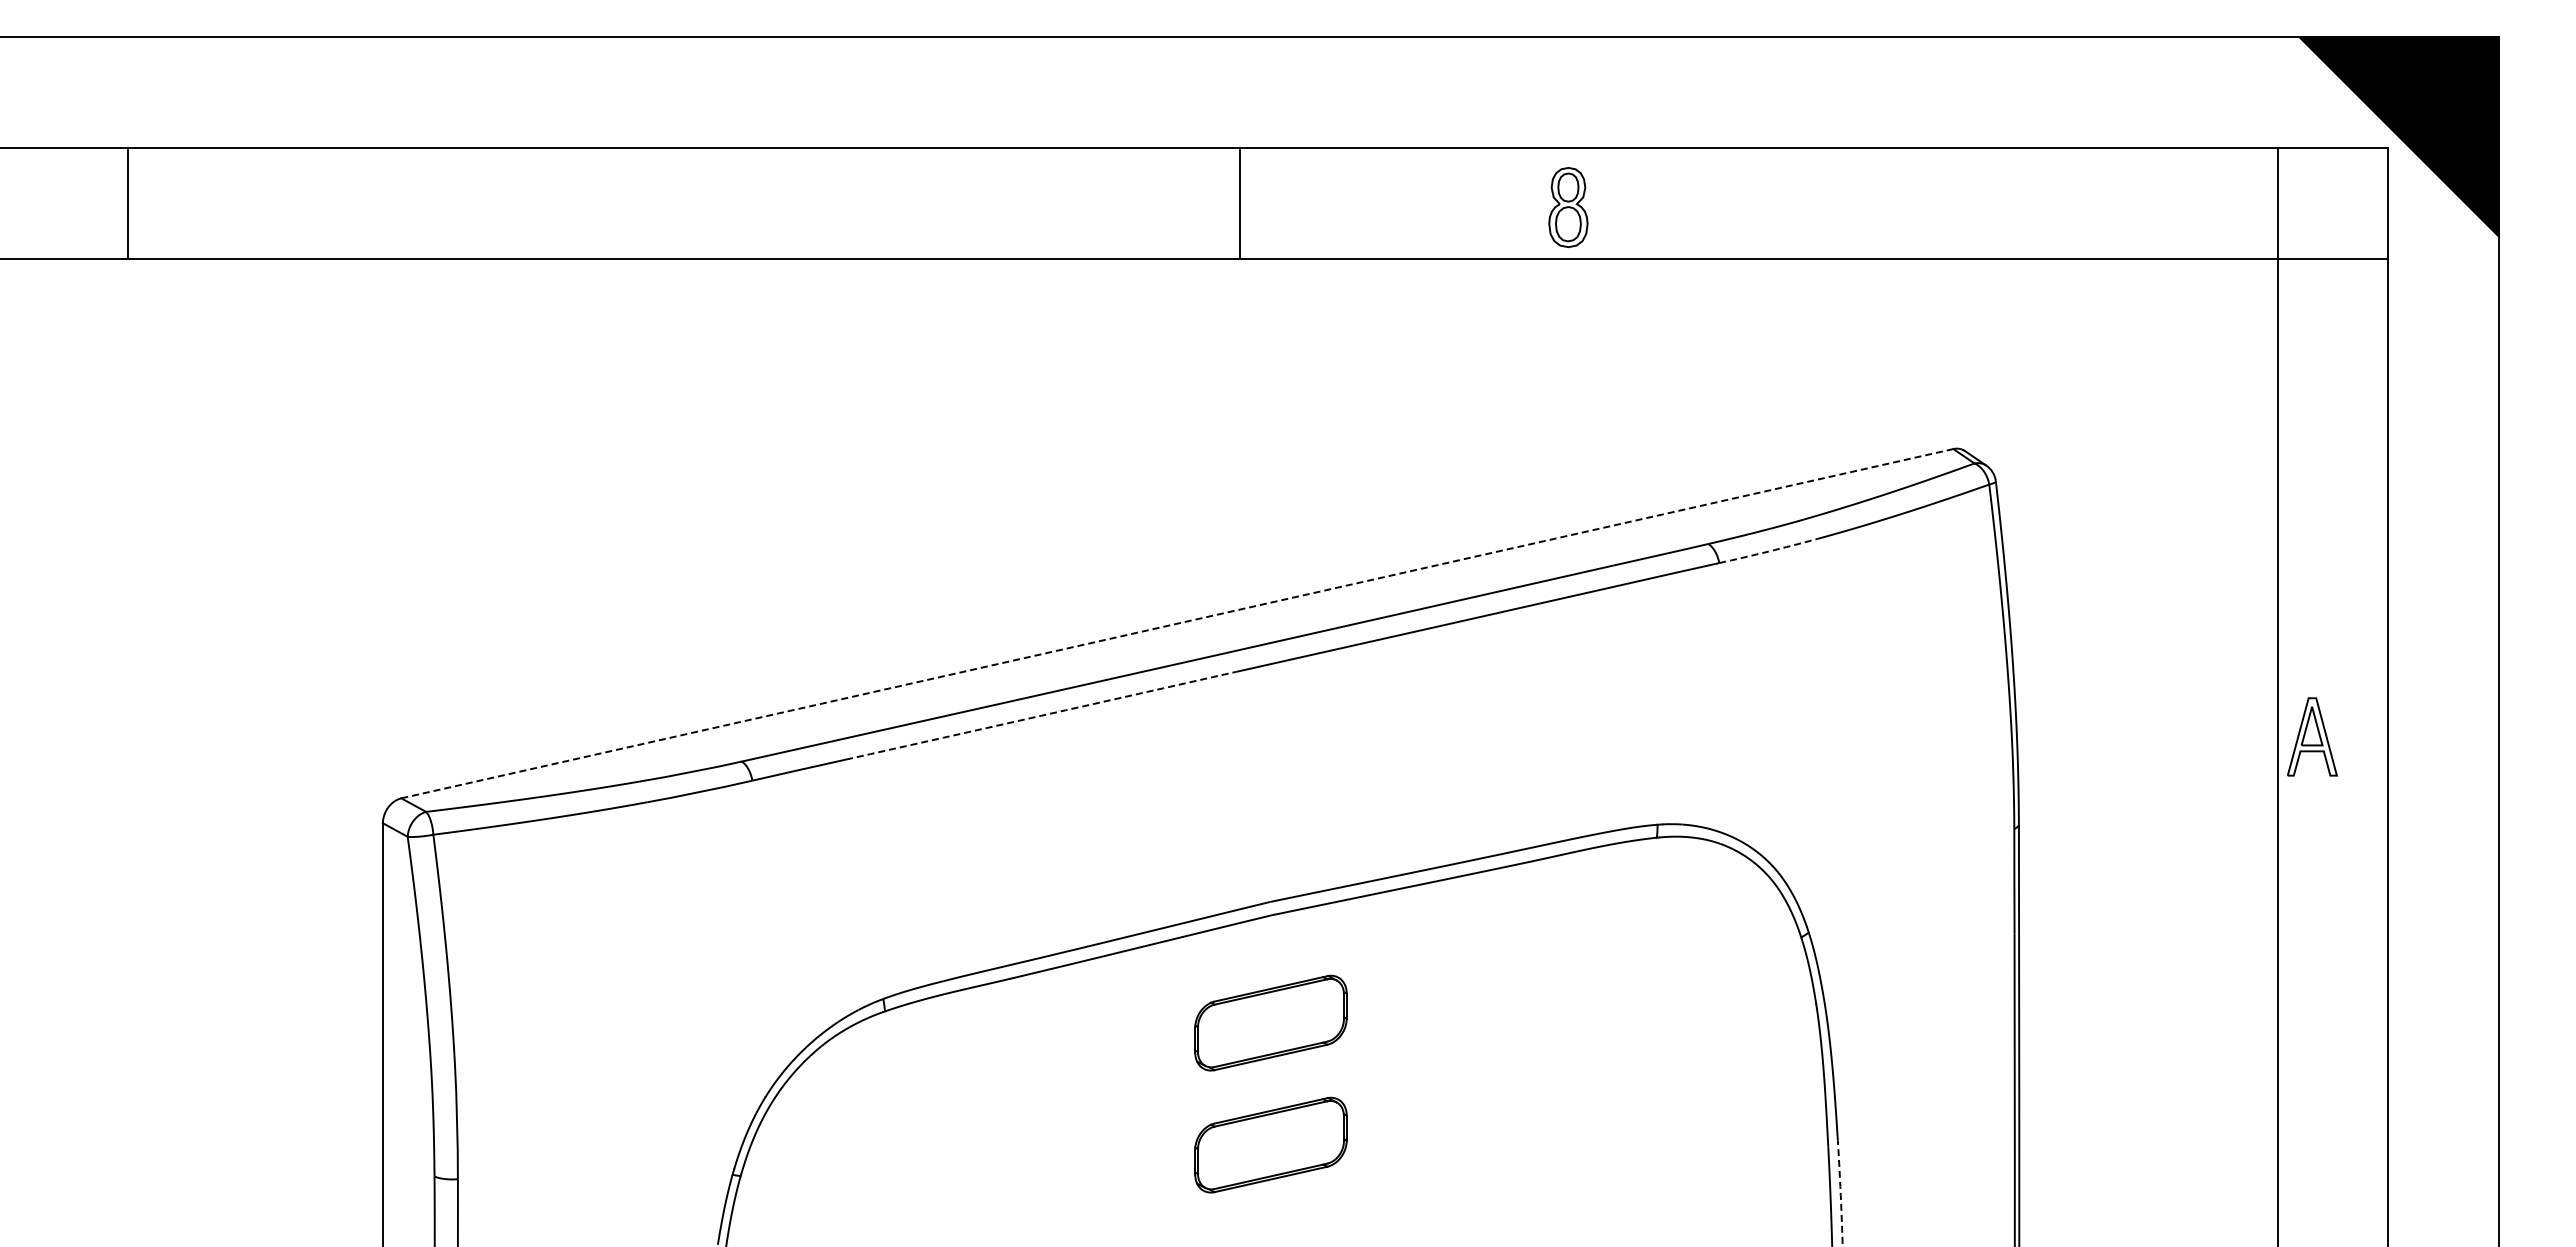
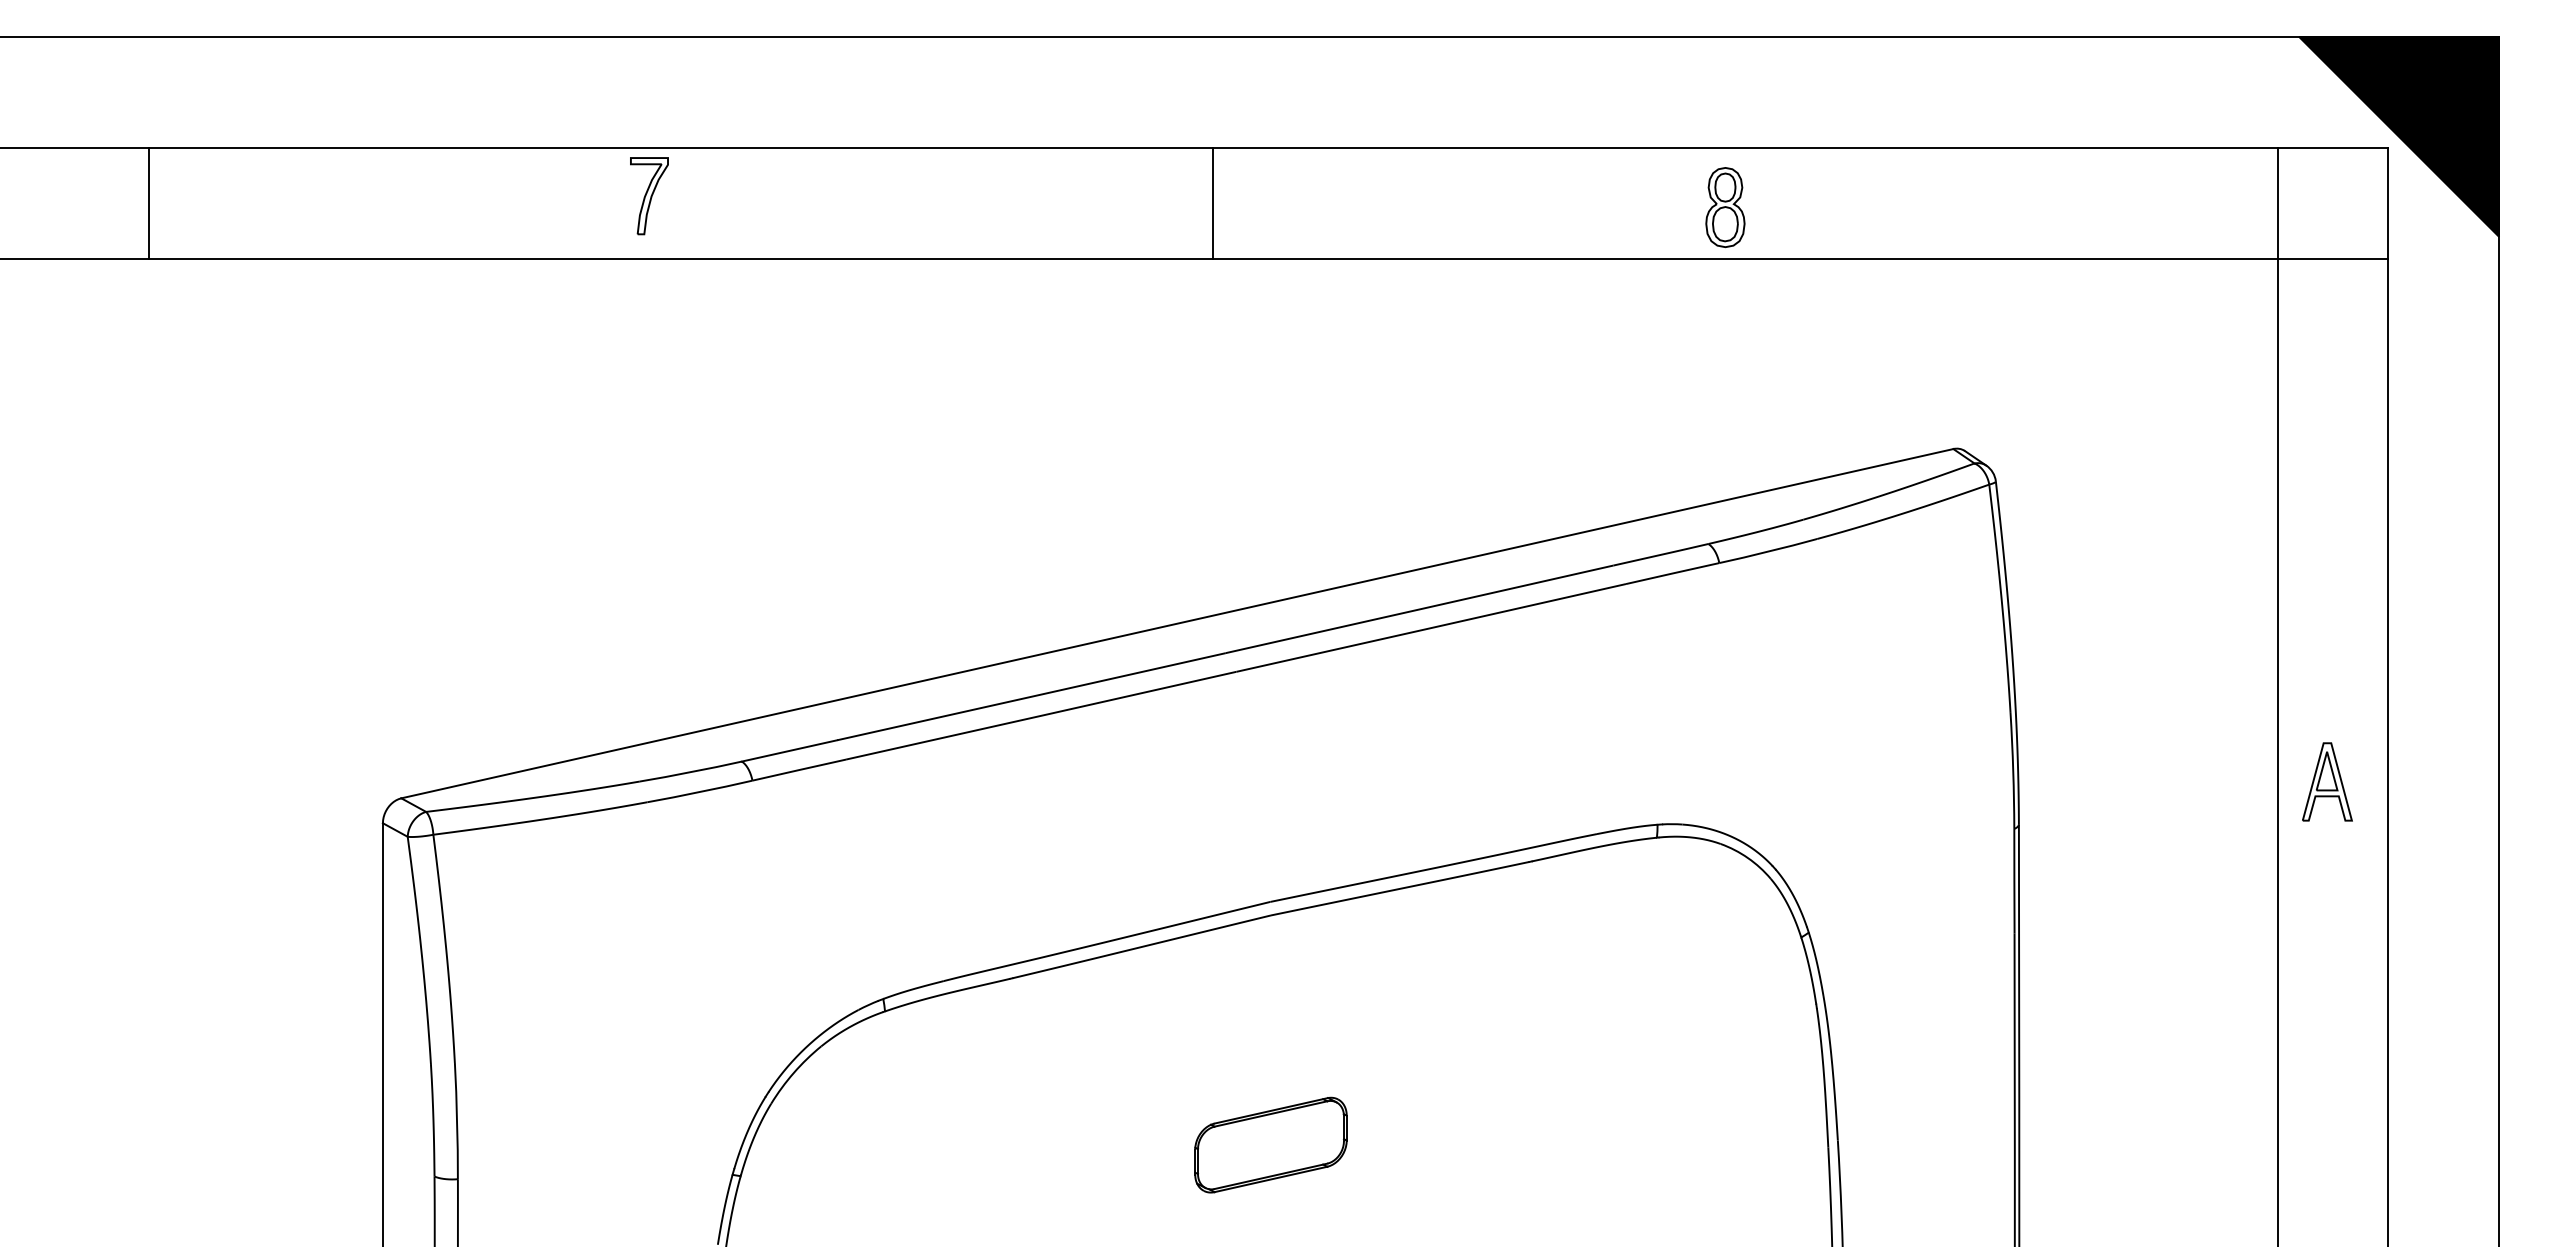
part at (649, 196): none -> present
line at (127, 202) position: (127, 202) -> (148, 202)
line at (1240, 202) position: (1240, 202) -> (1213, 202)
part at (1568, 207) position: (1568, 207) -> (1725, 207)
arc at (1768, 551): dashed -> solid
line at (1177, 623): dashed -> solid
arc at (1041, 715): dashed -> solid
part at (2312, 736) position: (2312, 736) -> (2327, 781)
part at (1270, 1022): present -> none
arc at (1840, 1193): dashed -> solid
